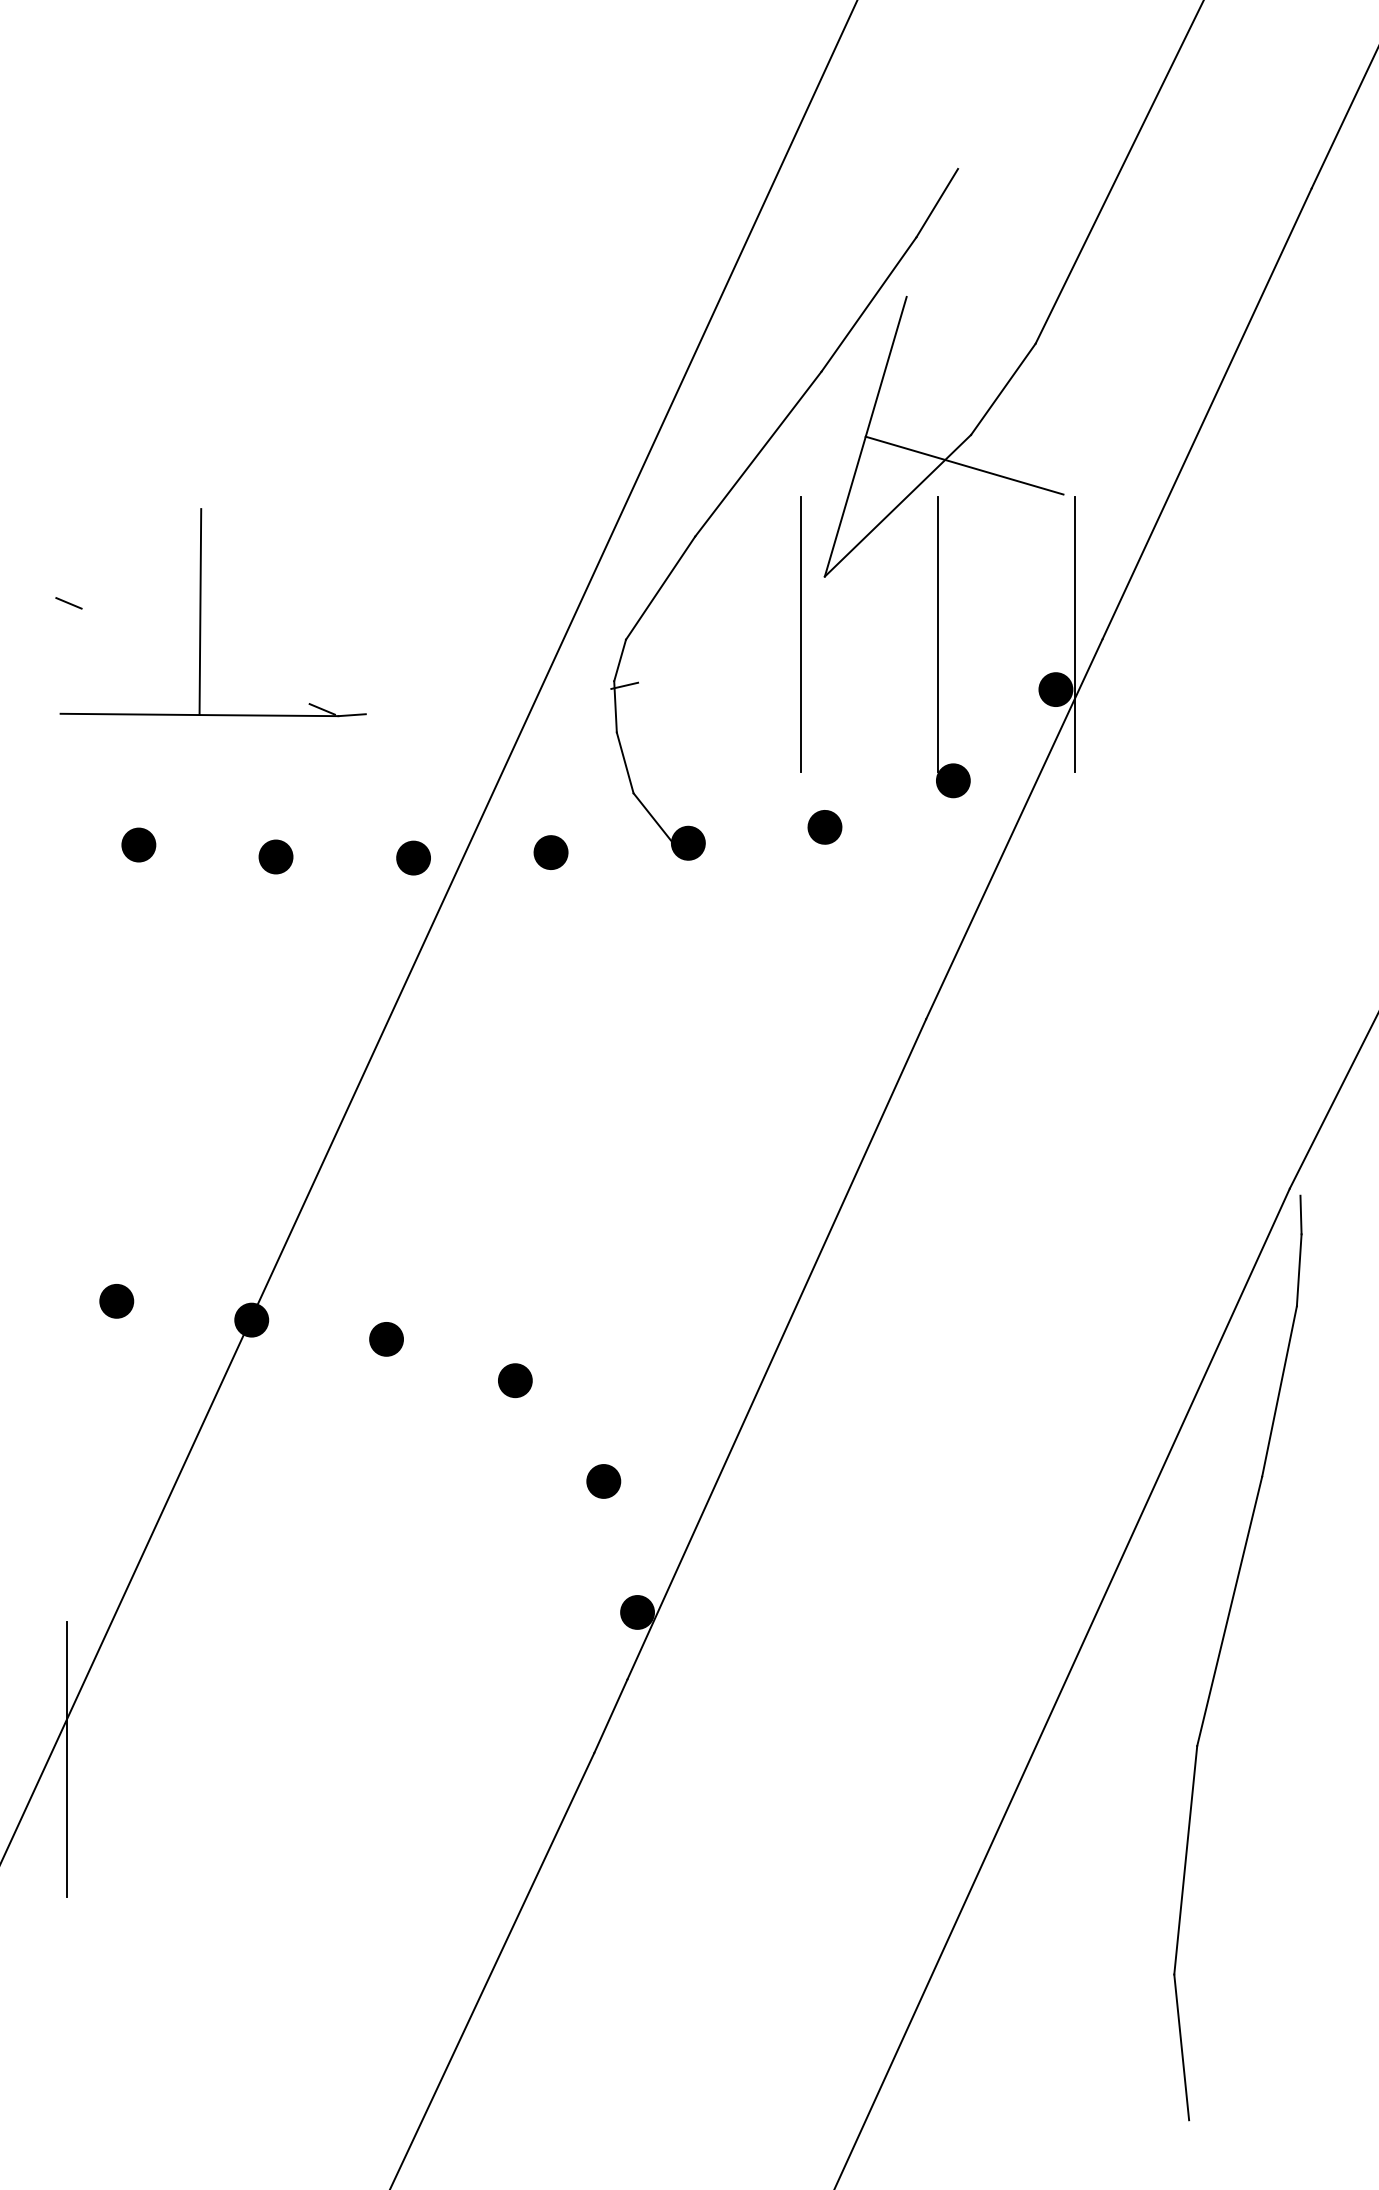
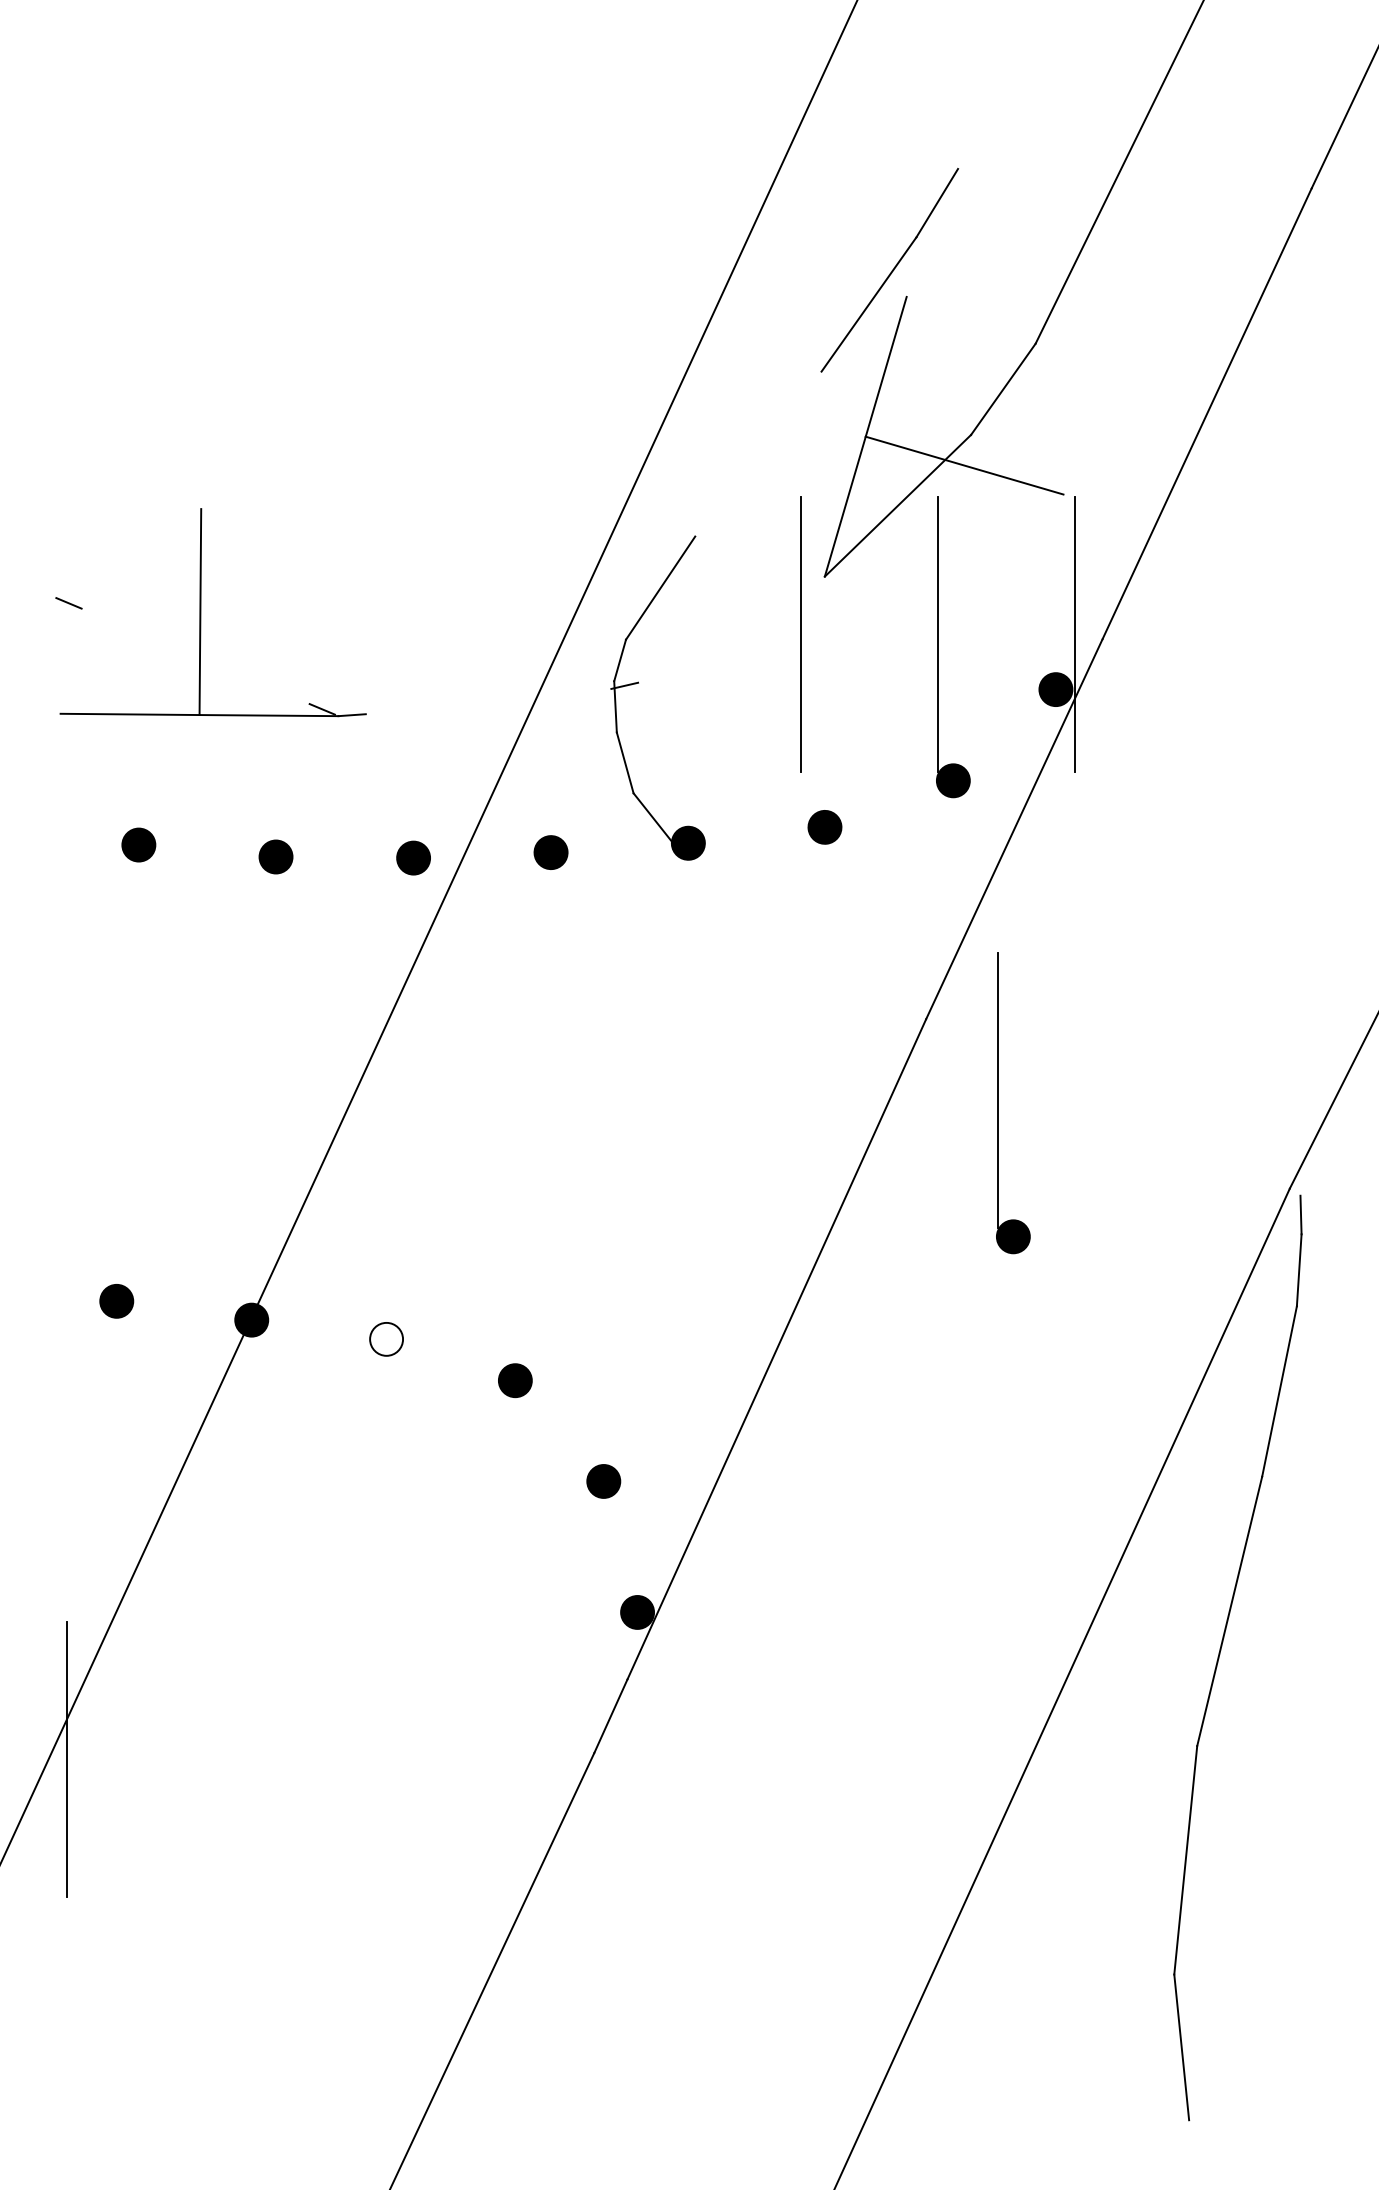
line at (758, 453): present -> none
part at (998, 1103): none -> present
fill at (386, 1338): present -> none
